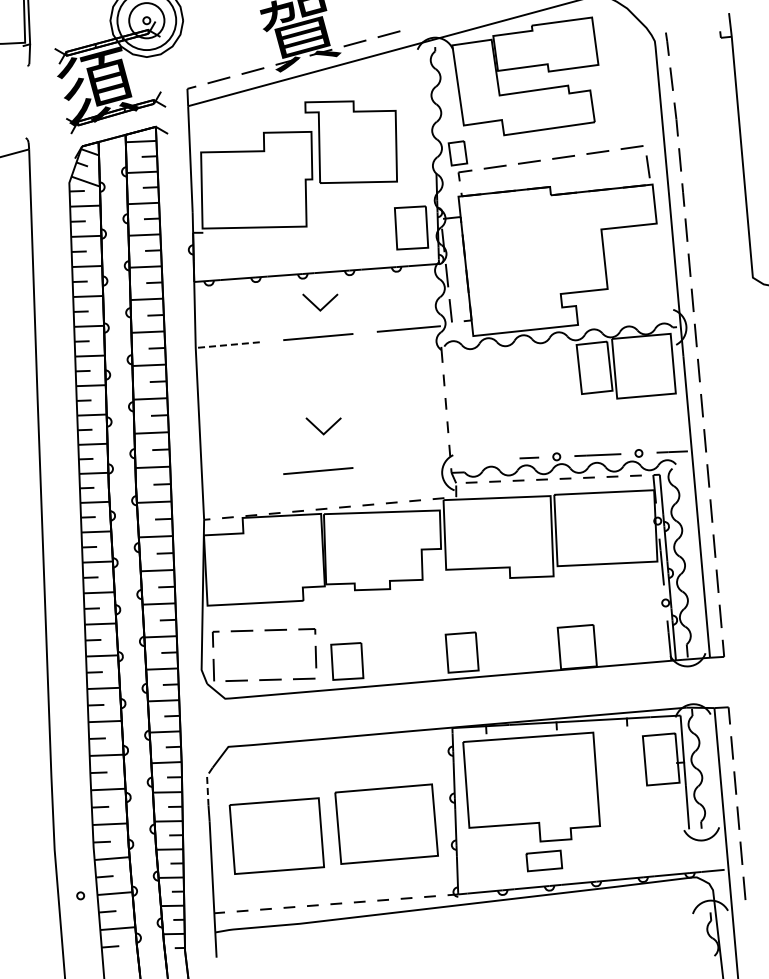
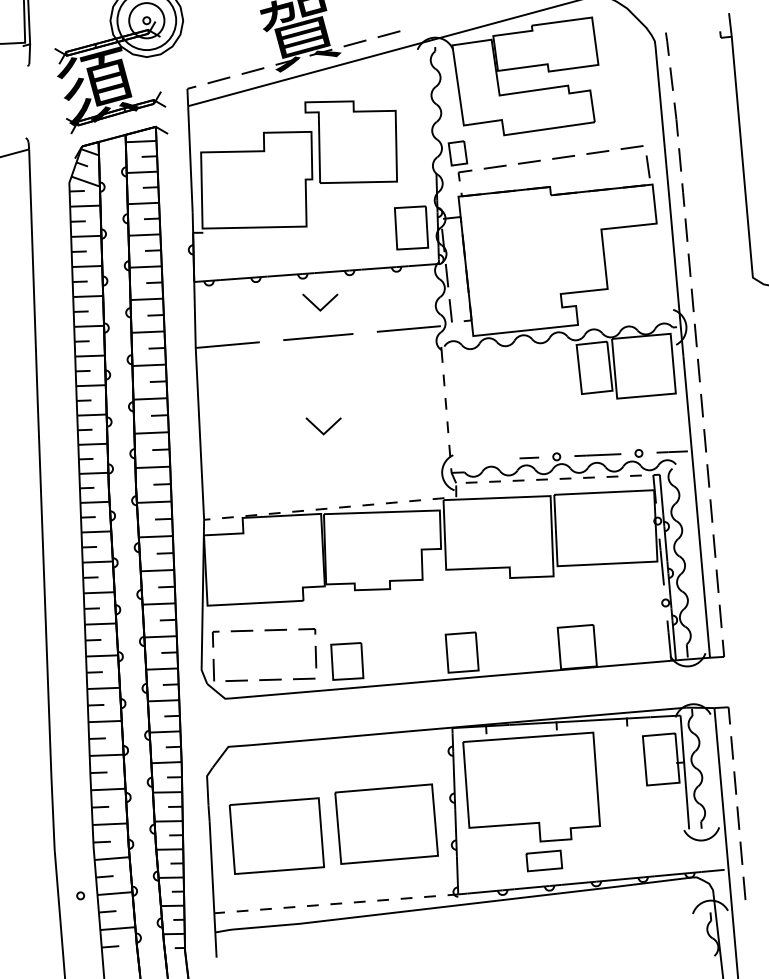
line at (227, 345): dashed -> solid
line at (318, 470): present -> none
line at (207, 784): dashed -> solid
